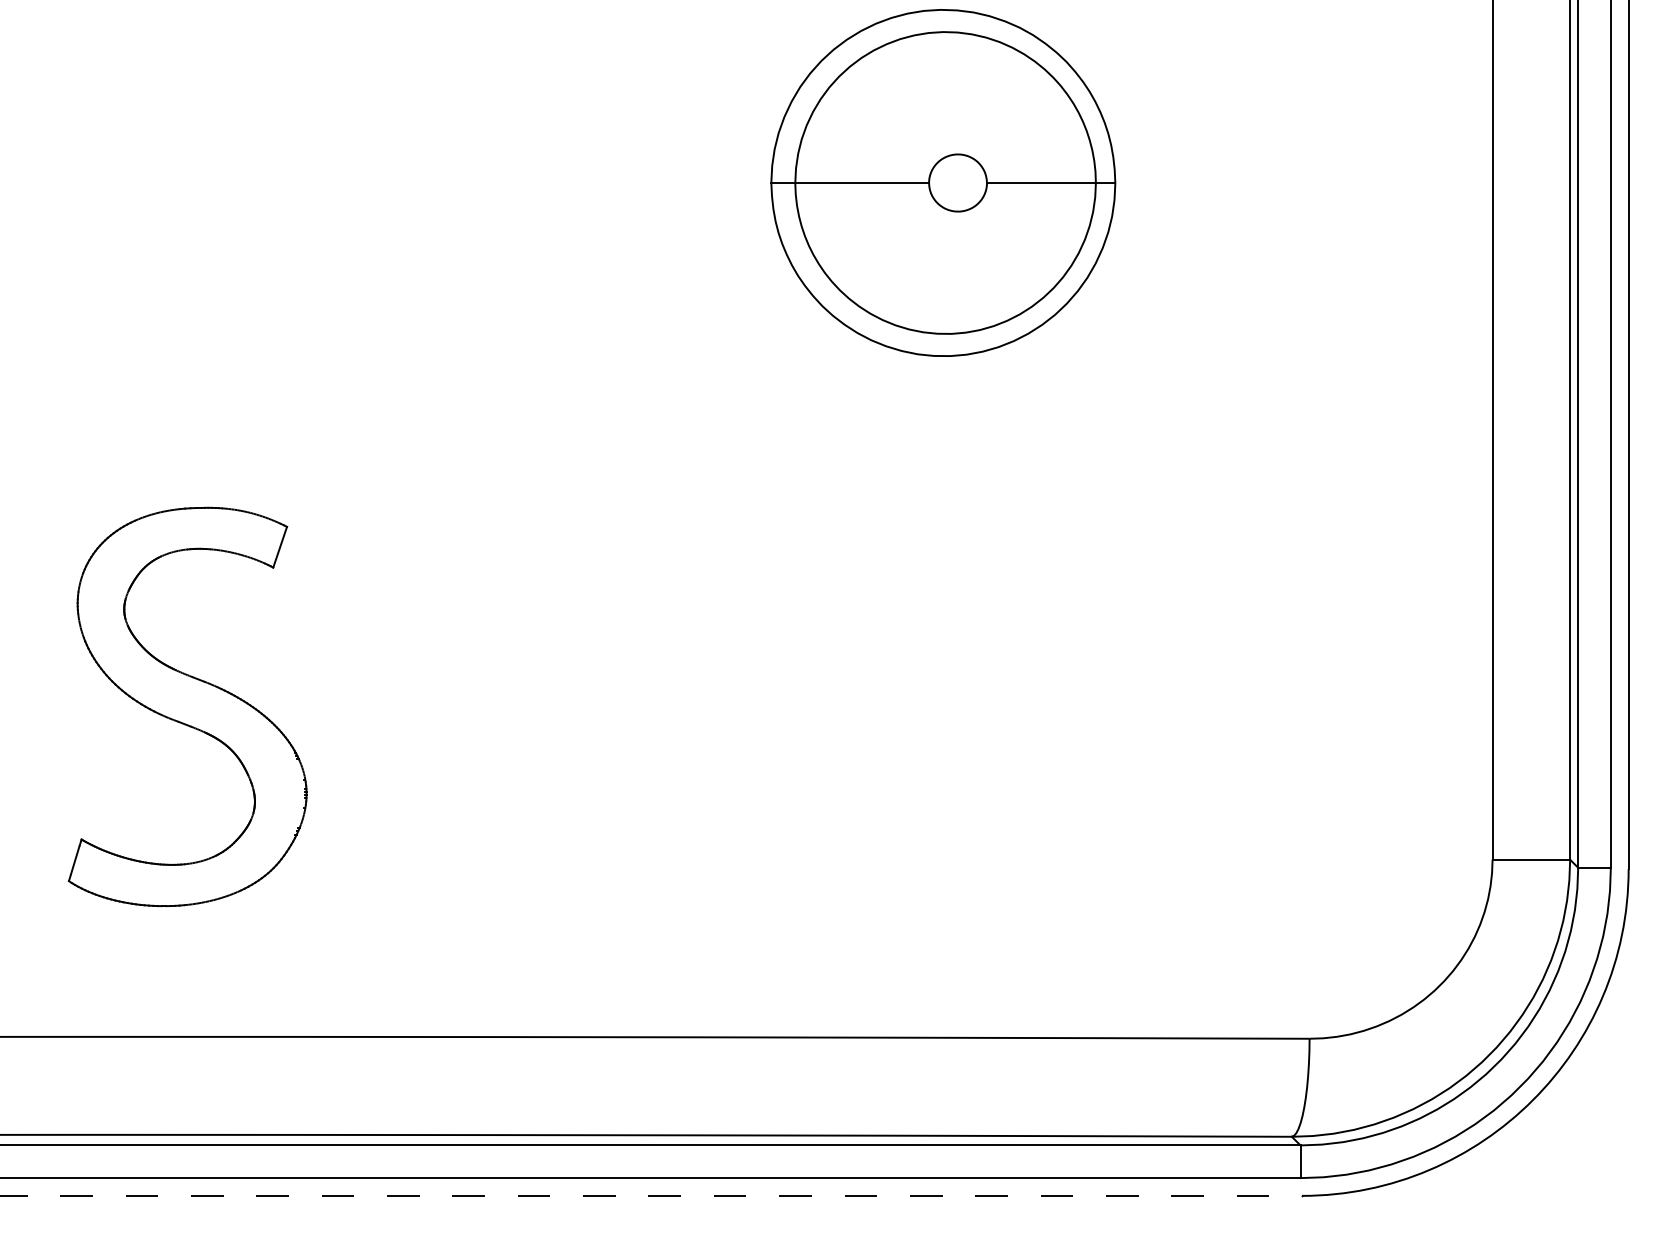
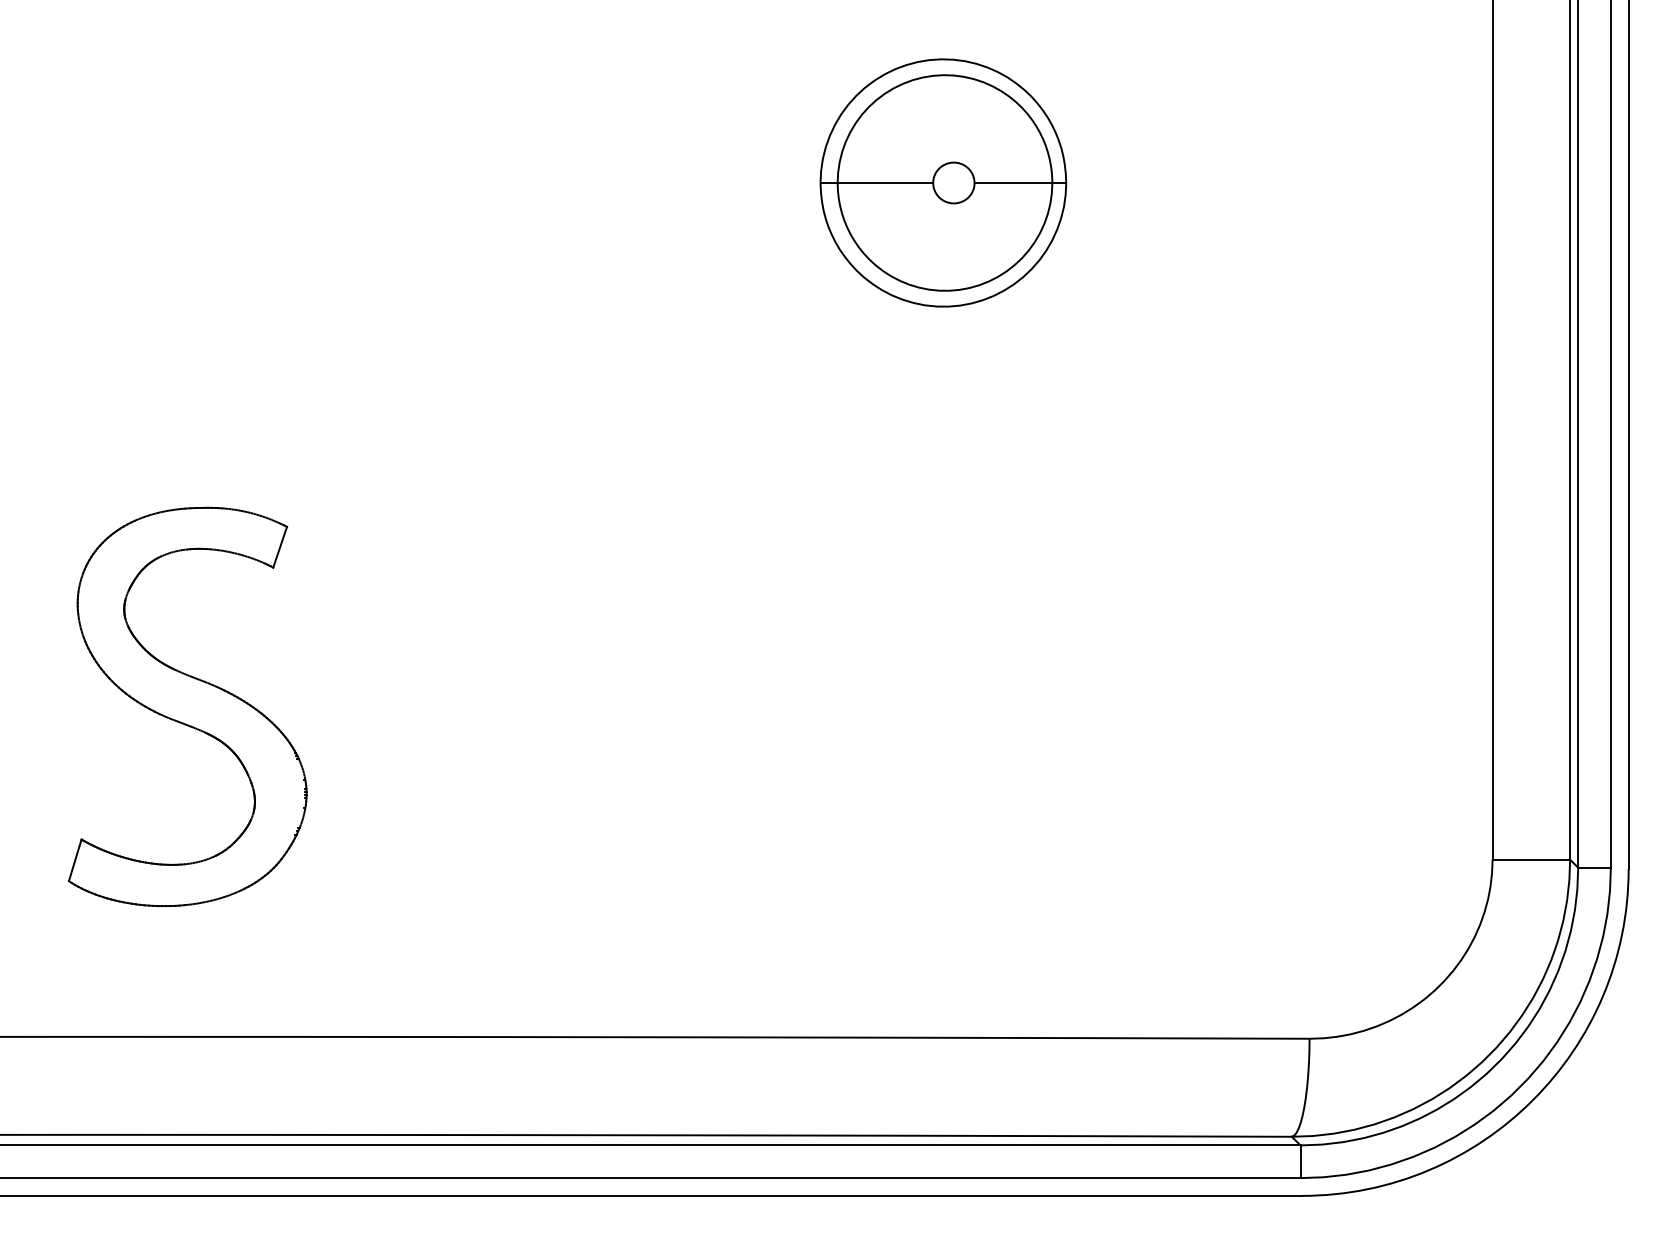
part at (943, 182) size: 347x348 px -> 249x250 px
line at (650, 1195): dashed -> solid
